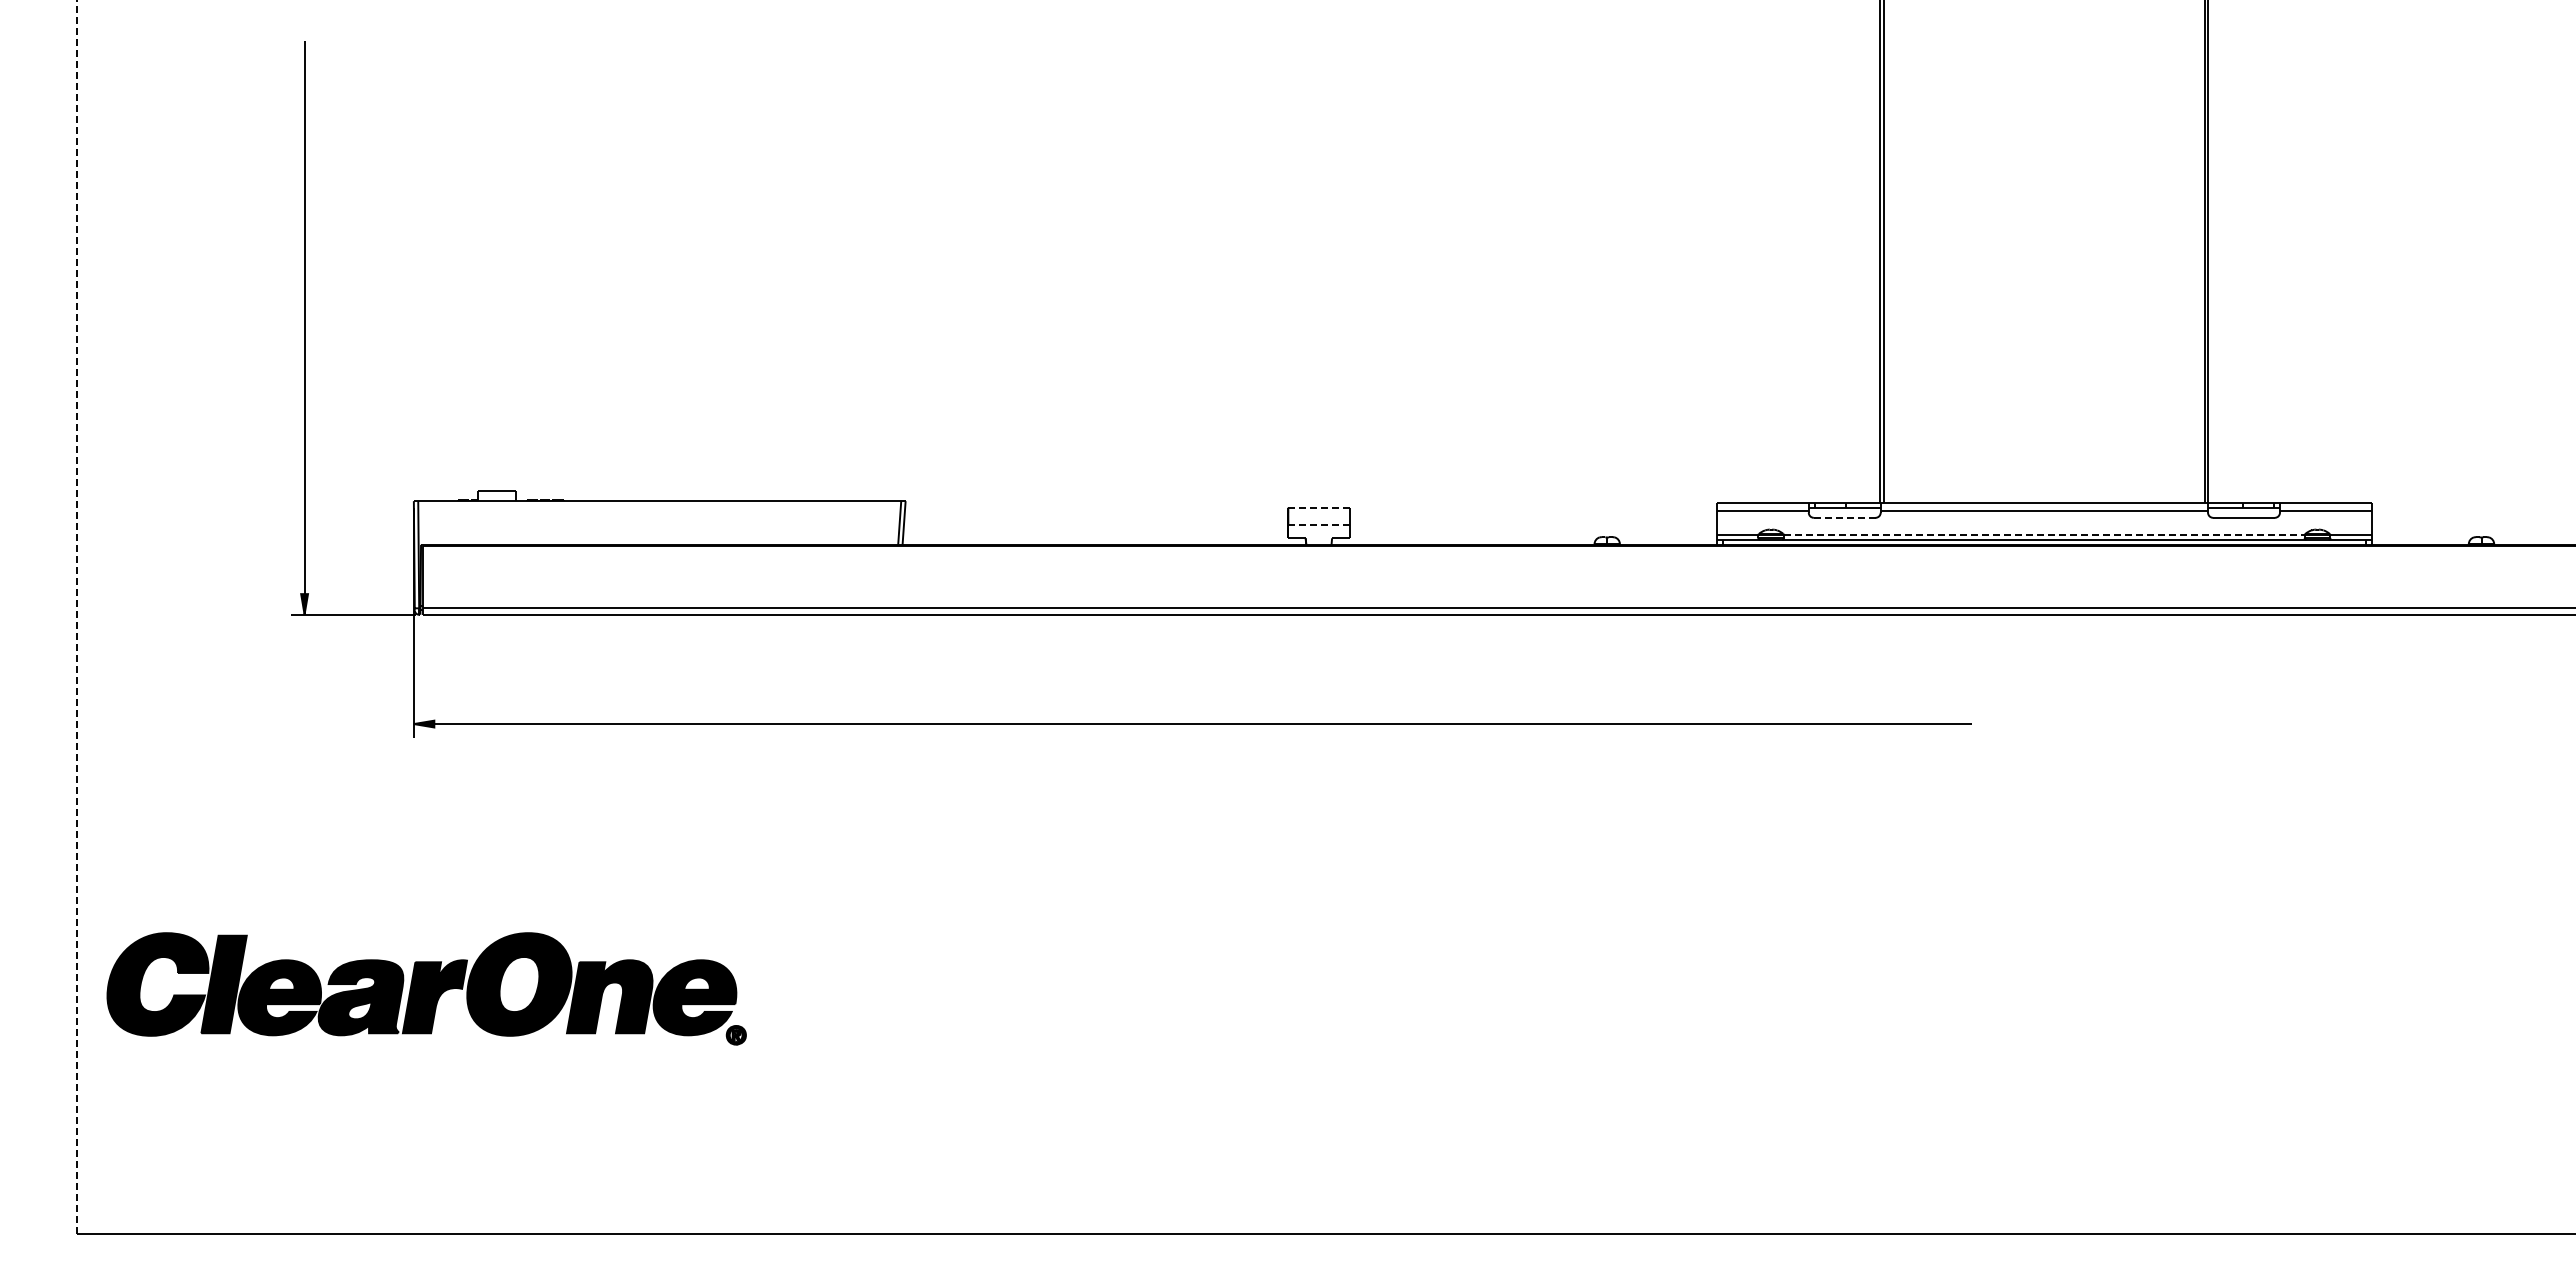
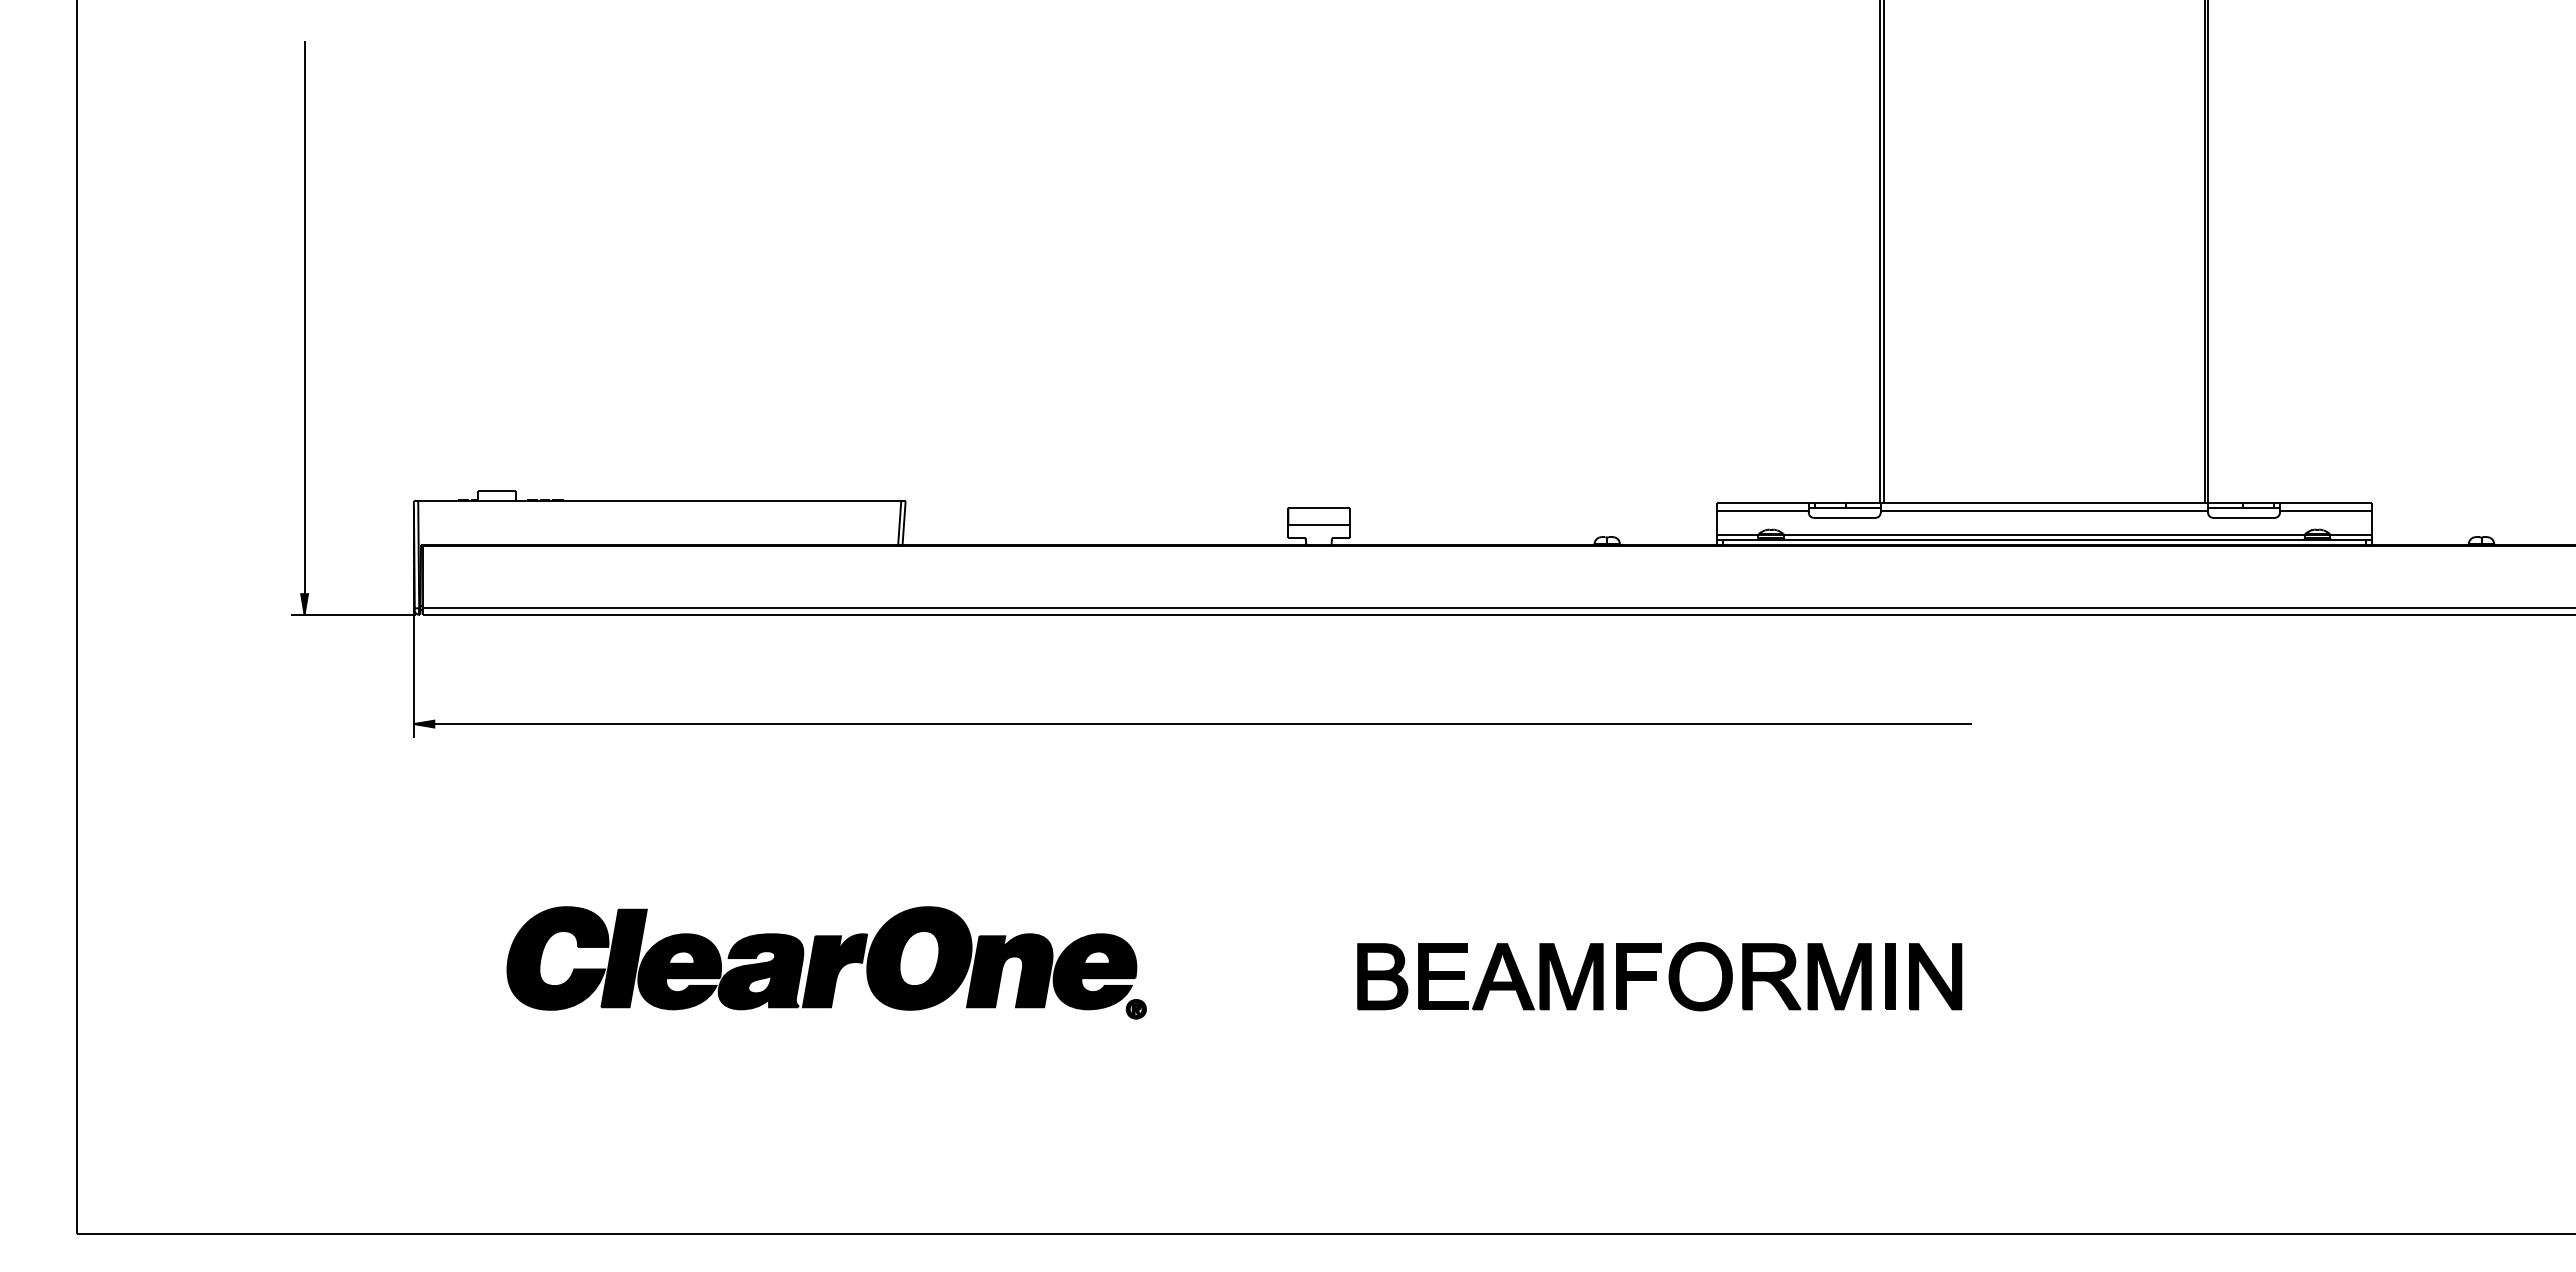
line at (1318, 507): dashed -> solid
line at (1844, 517): dashed -> solid
line at (1318, 525): dashed -> solid
line at (2044, 534): dashed -> solid
line at (77, 616): dashed -> solid
part at (1659, 976): none -> present
part at (426, 988) position: (426, 988) -> (826, 962)
